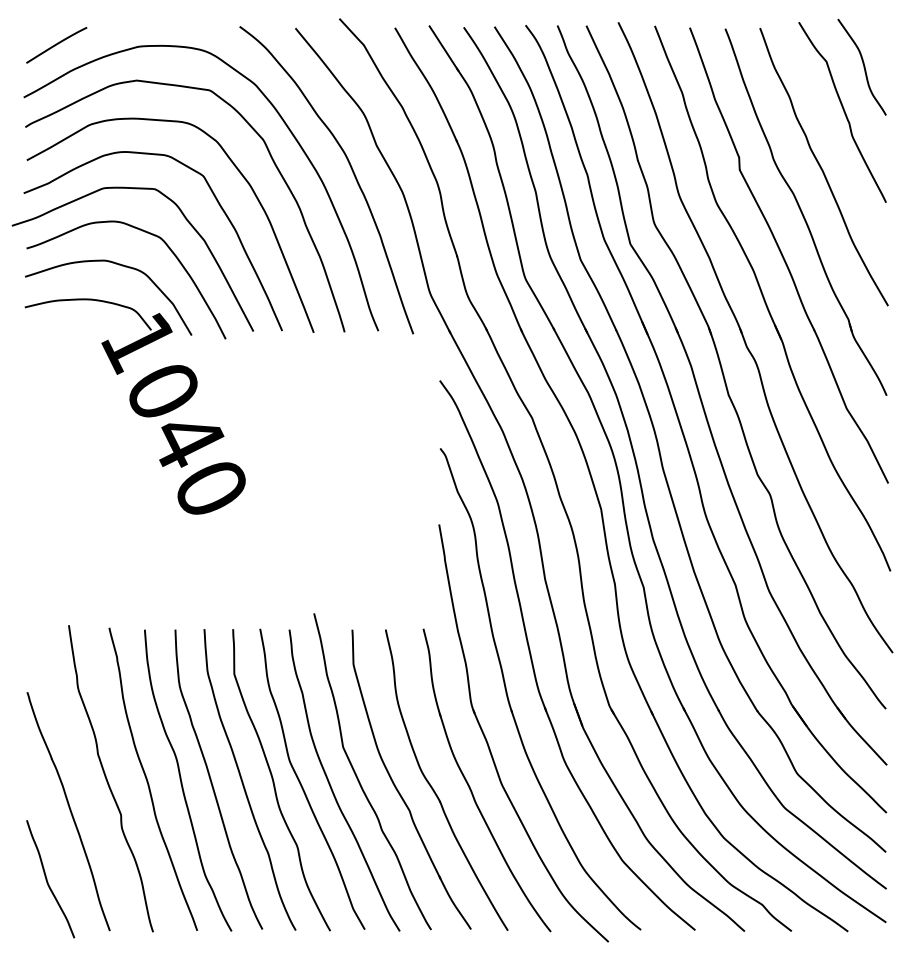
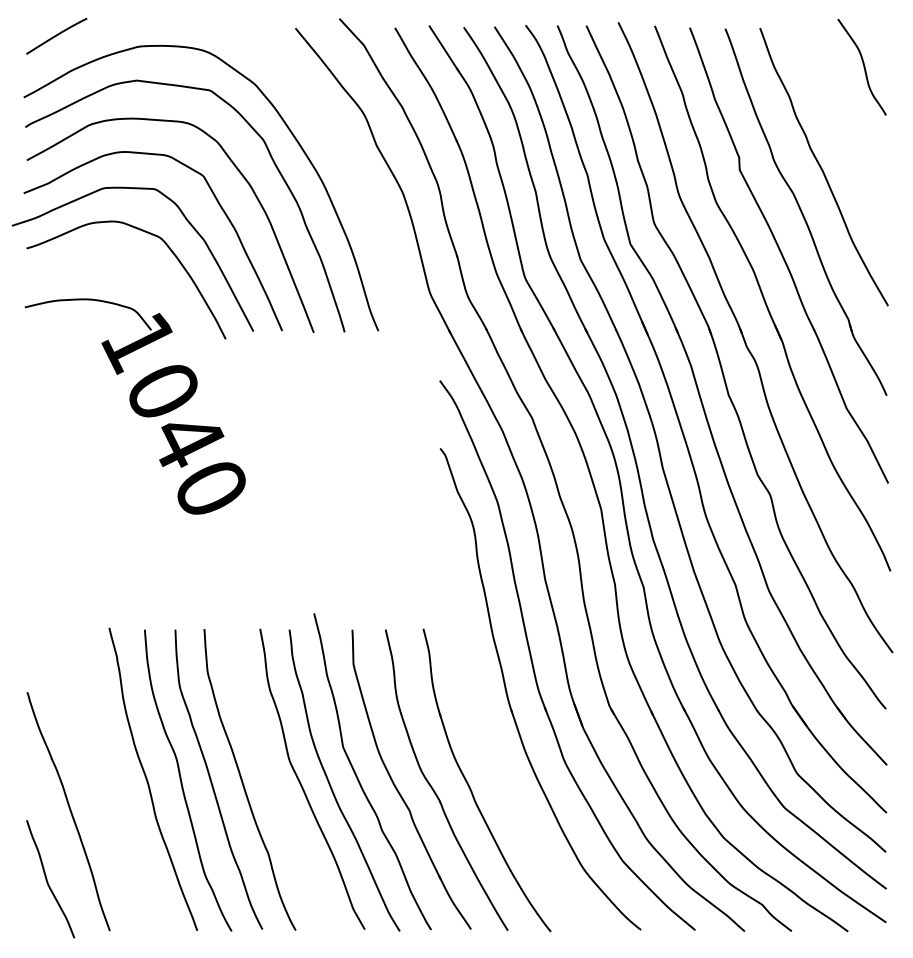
line at (56, 44) position: (56, 44) -> (56, 35)
curve at (843, 112): present -> none
curve at (350, 168): present -> none
curve at (118, 265): present -> none
part at (489, 745): present -> none
curve at (107, 778): present -> none
curve at (274, 781): present -> none
